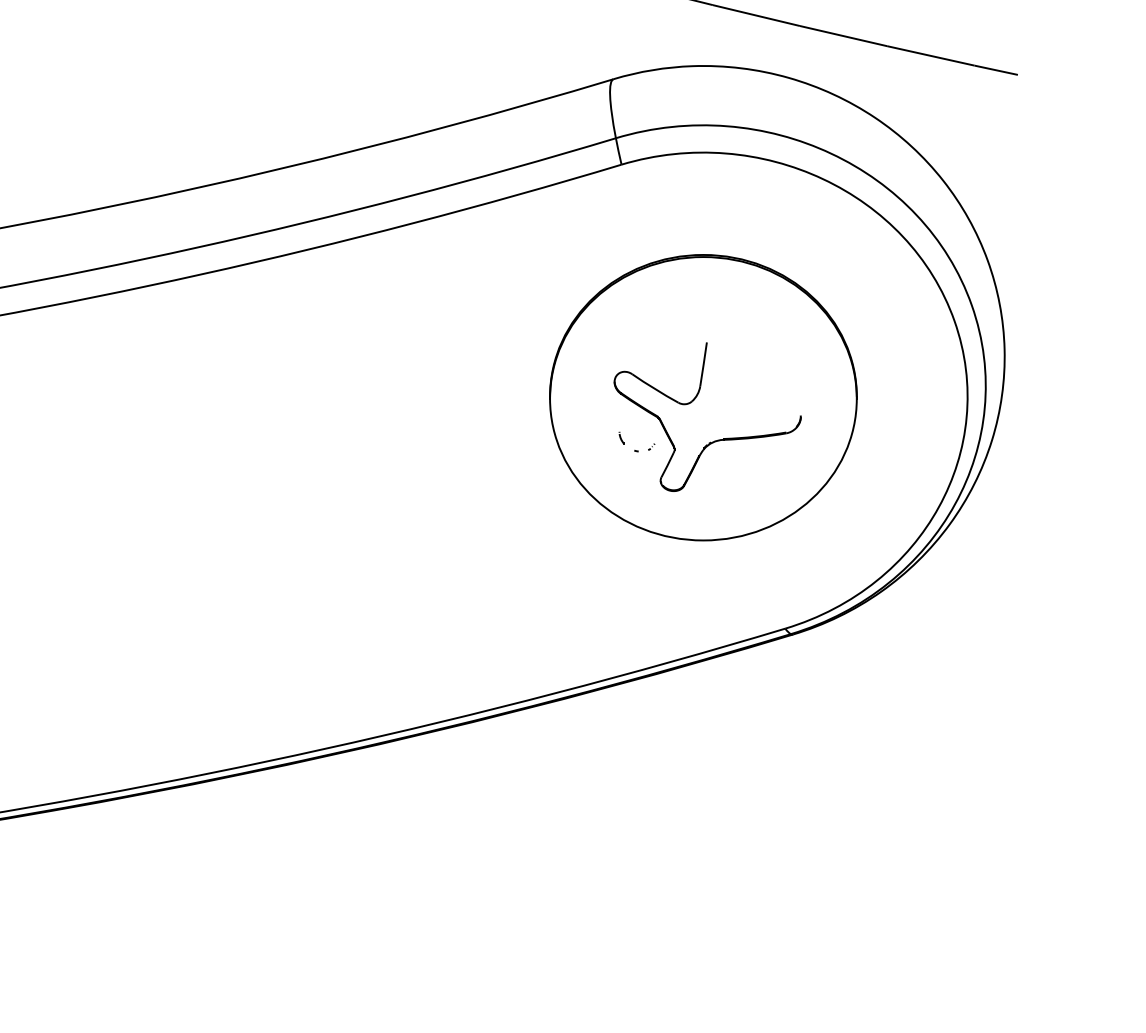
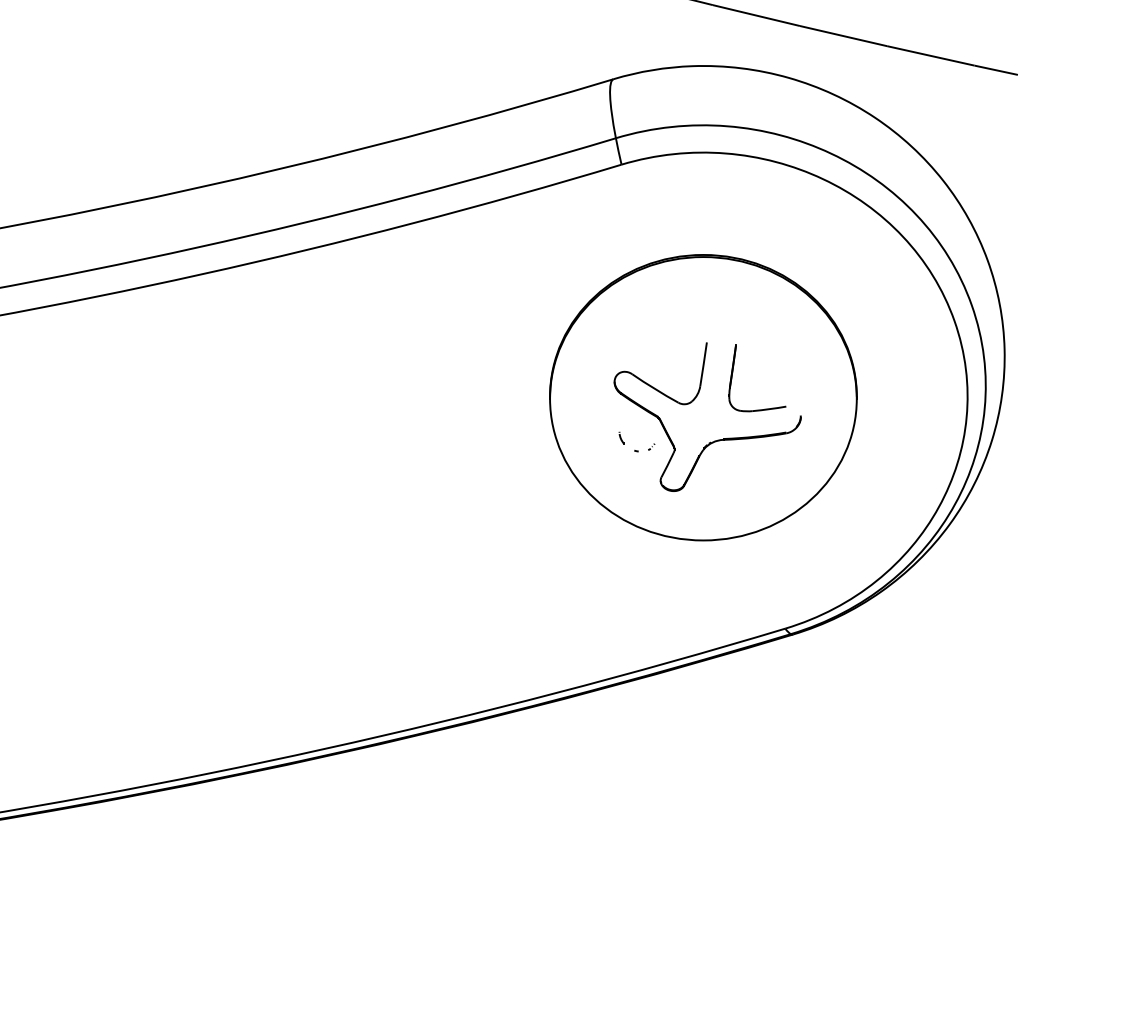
part at (733, 372): none -> present
